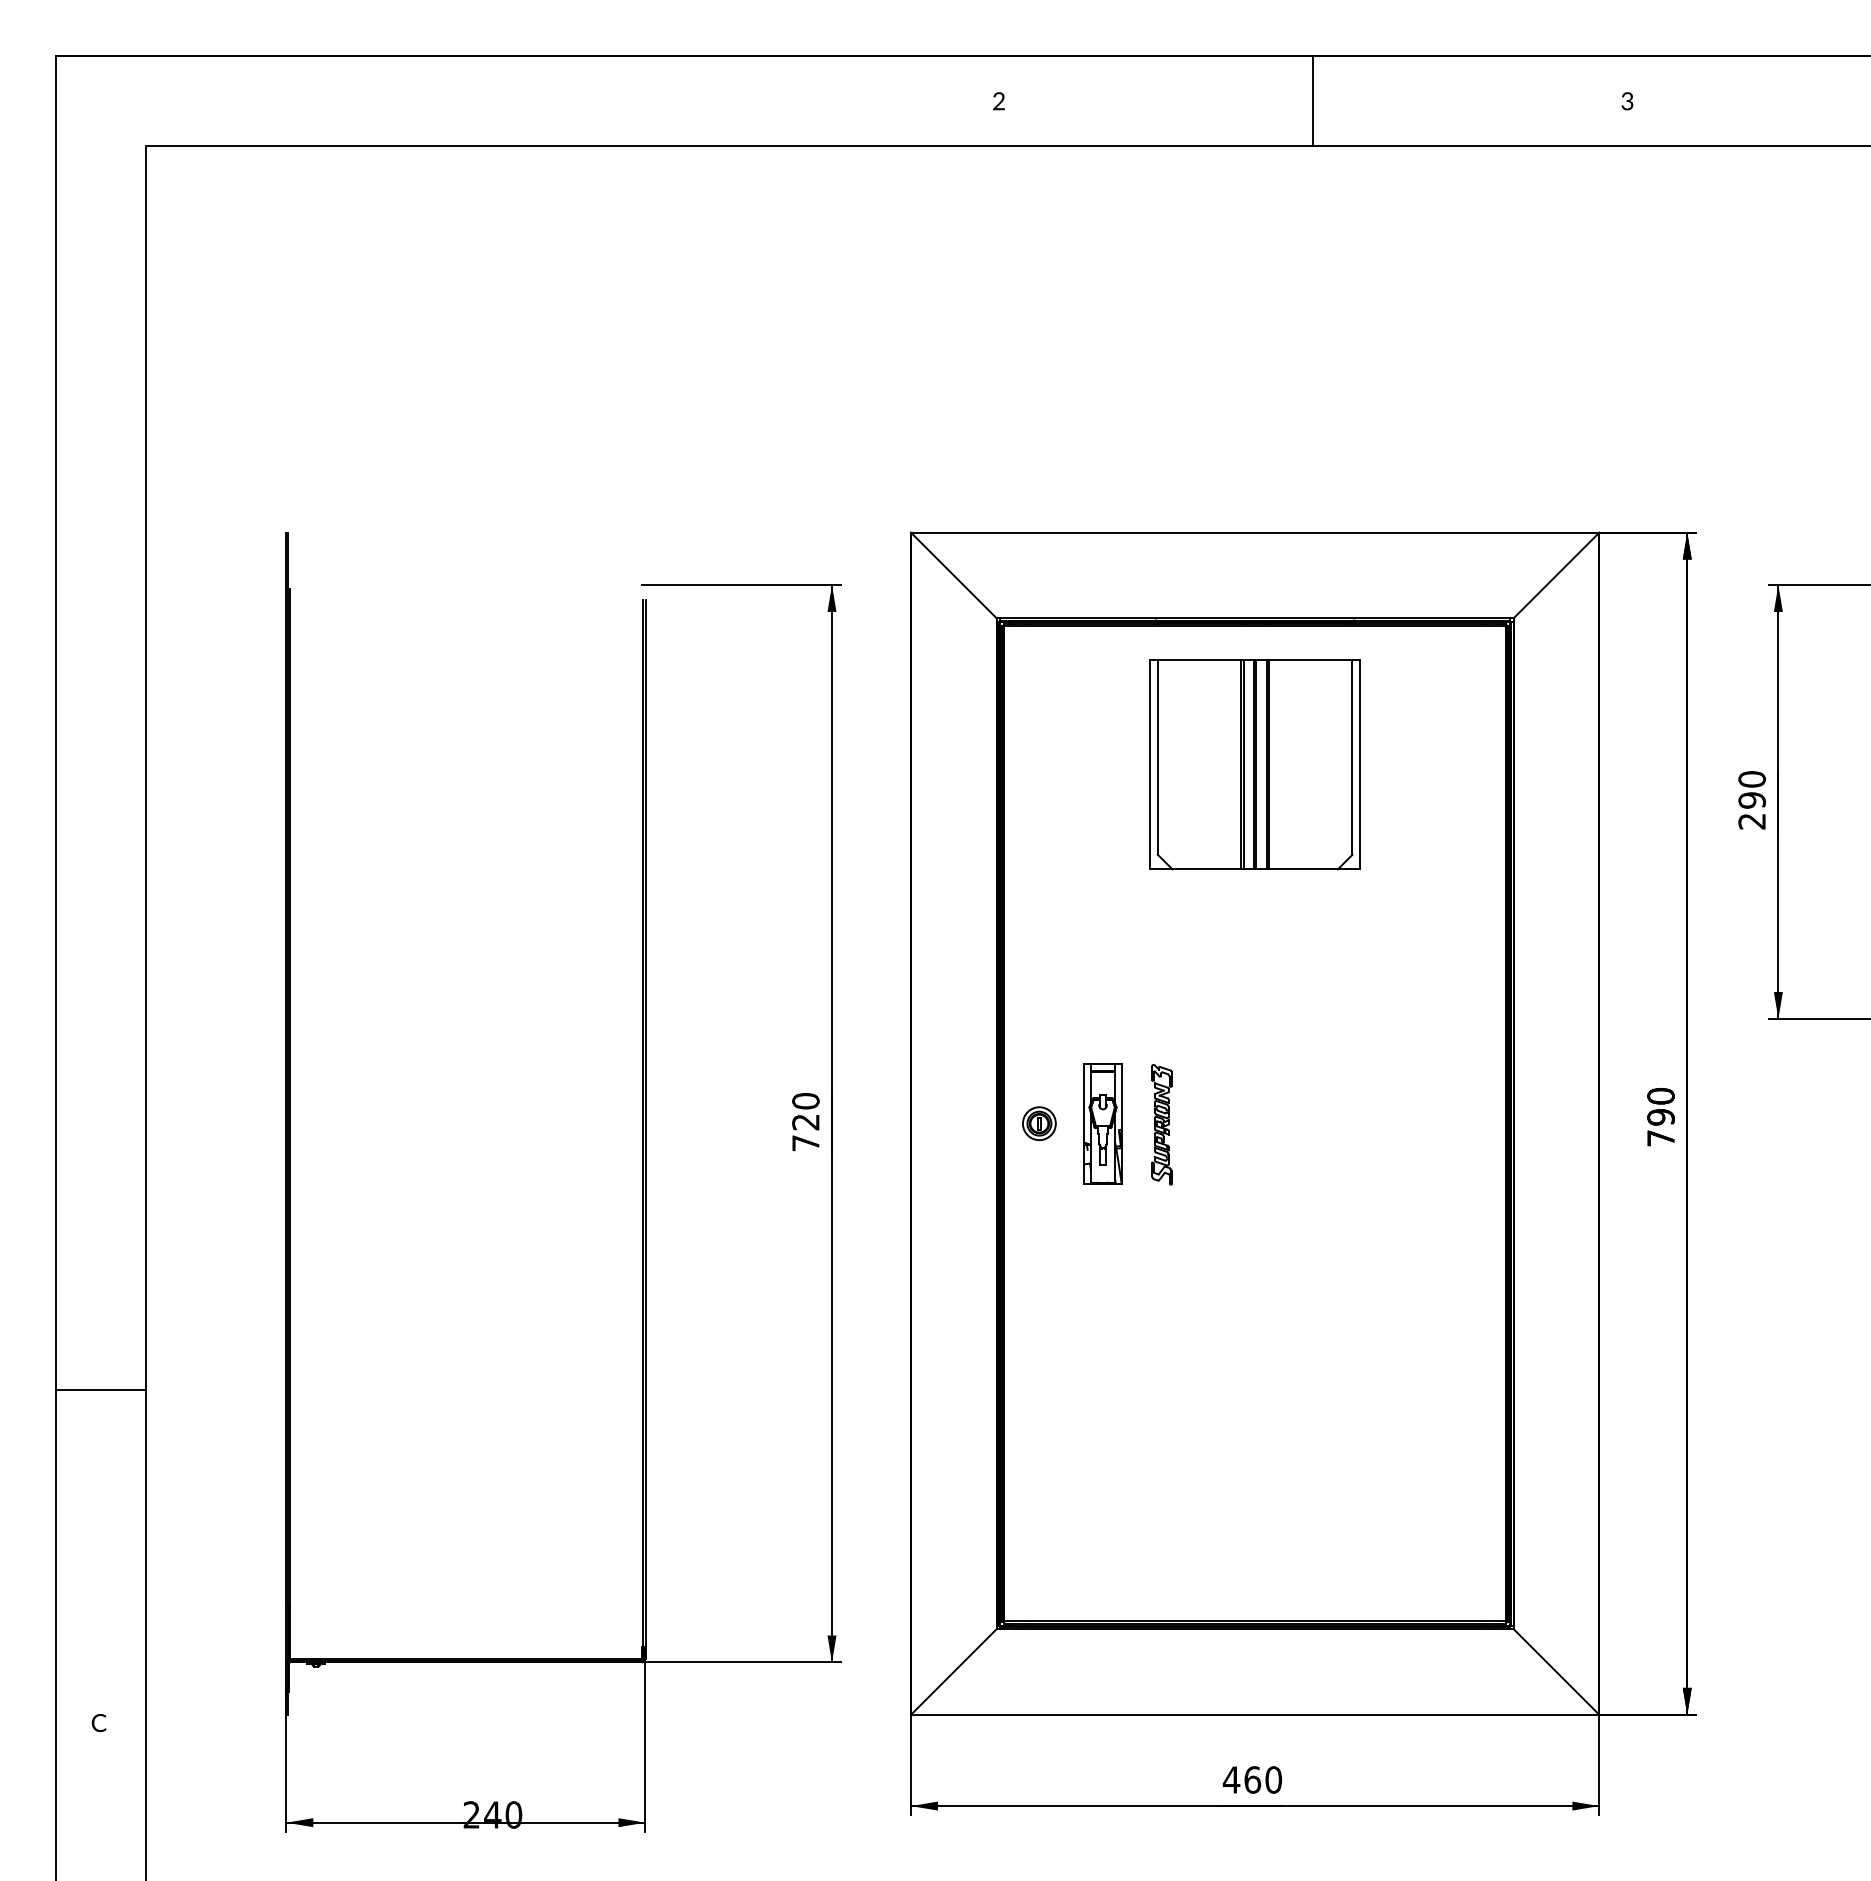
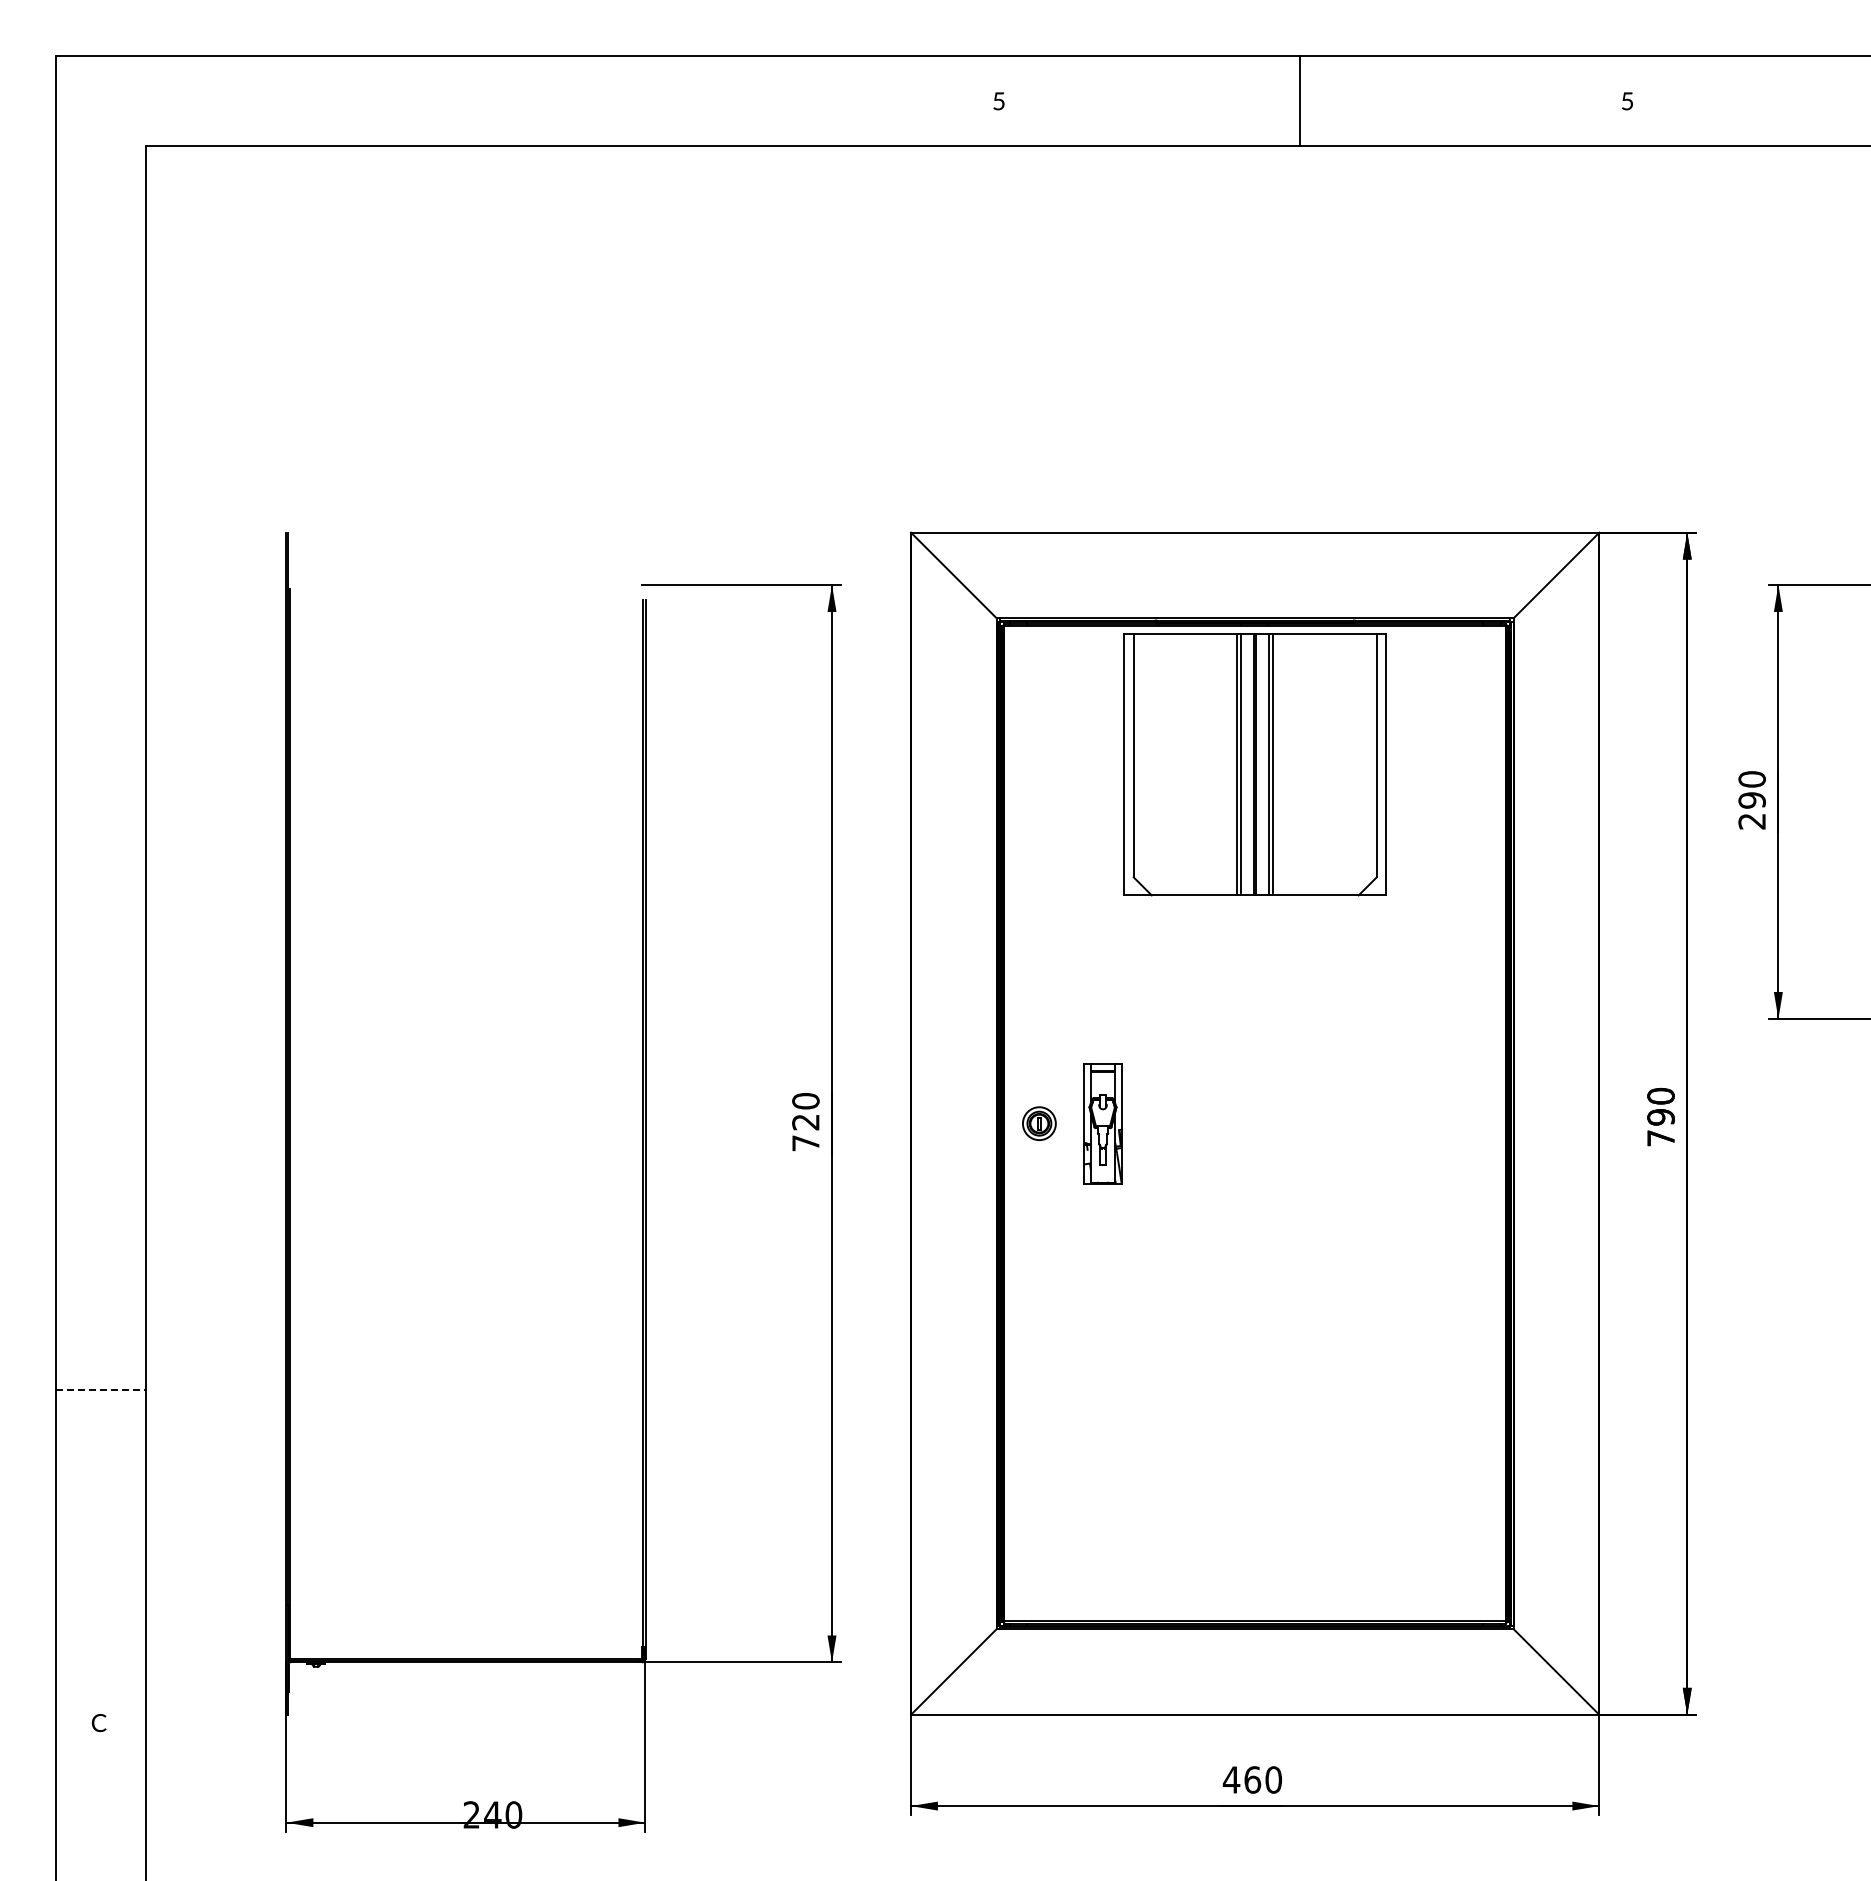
text at (998, 101): 2 -> 5
line at (1313, 101) position: (1313, 101) -> (1300, 101)
text at (1627, 101): 3 -> 5
part at (1254, 764) size: 212x212 px -> 264x264 px
part at (1161, 1124): present -> none
line at (101, 1389): solid -> dashed
